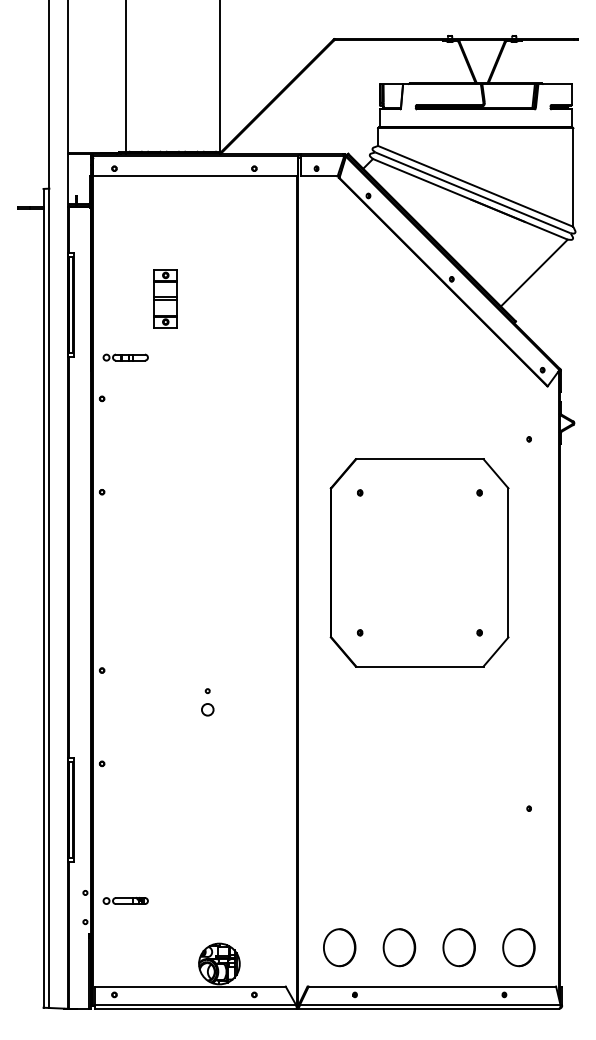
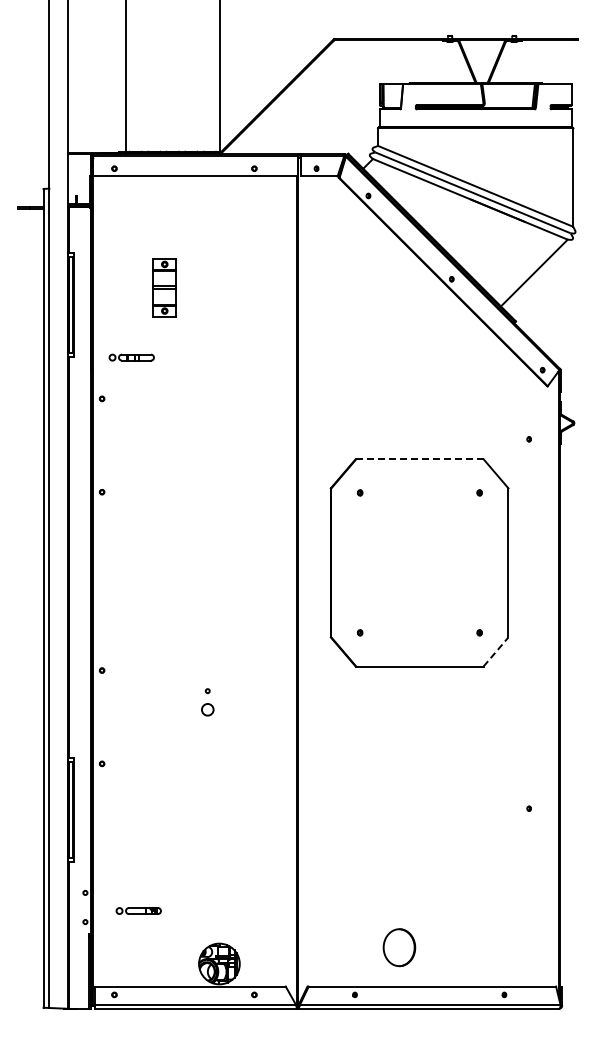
part at (165, 298) position: (165, 298) -> (164, 287)
part at (125, 357) position: (125, 357) -> (131, 357)
line at (419, 459): solid -> dashed
line at (496, 651): solid -> dashed
part at (125, 900) position: (125, 900) -> (138, 910)
part at (339, 947): present -> none
part at (458, 947): present -> none
part at (518, 947): present -> none
